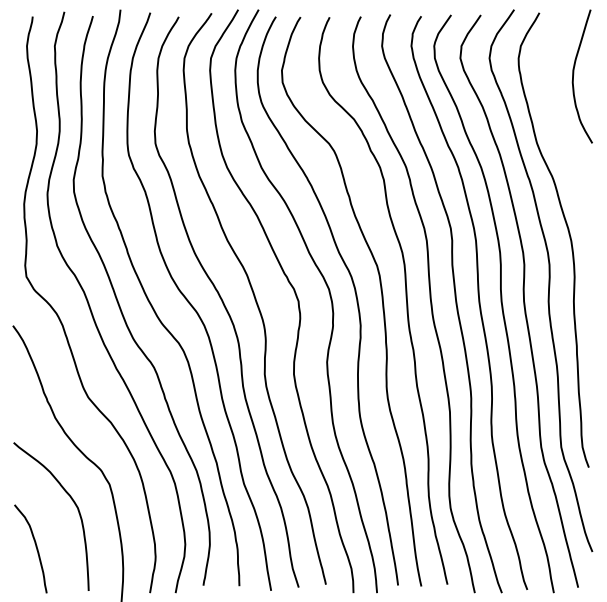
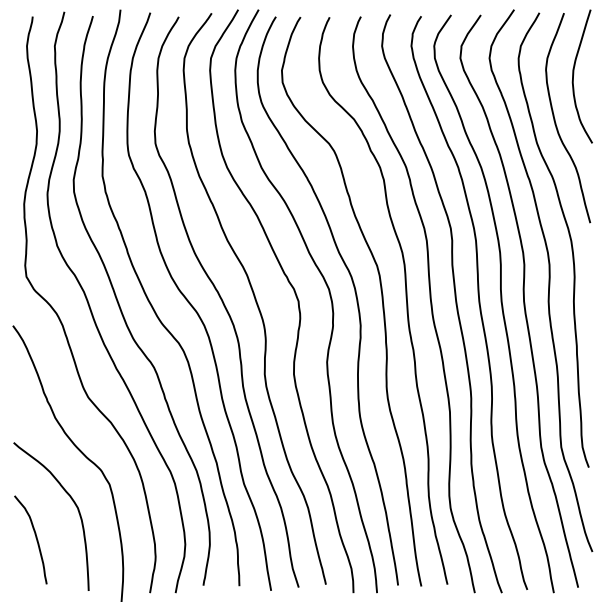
curve at (556, 122): none -> present
curve at (35, 547) position: (35, 547) -> (35, 538)
